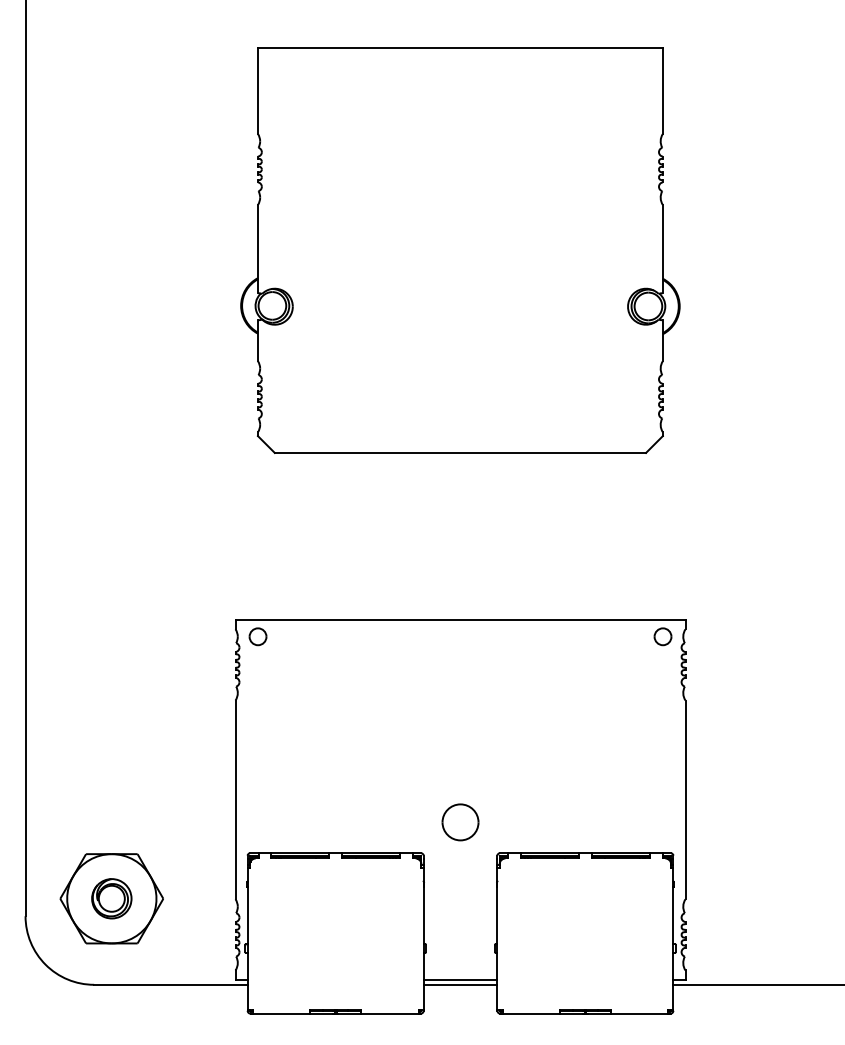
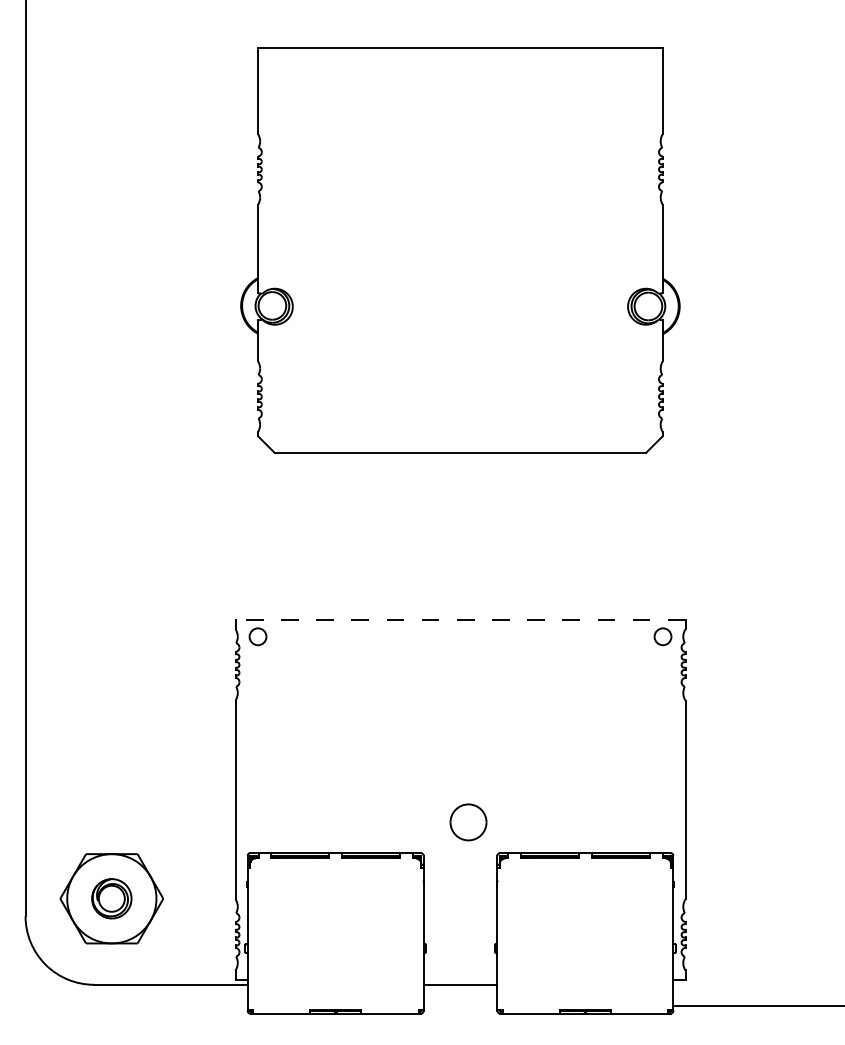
line at (460, 619): solid -> dashed
part at (460, 822) position: (460, 822) -> (468, 822)
line at (460, 979): present -> none
line at (757, 984) position: (757, 984) -> (757, 1005)
